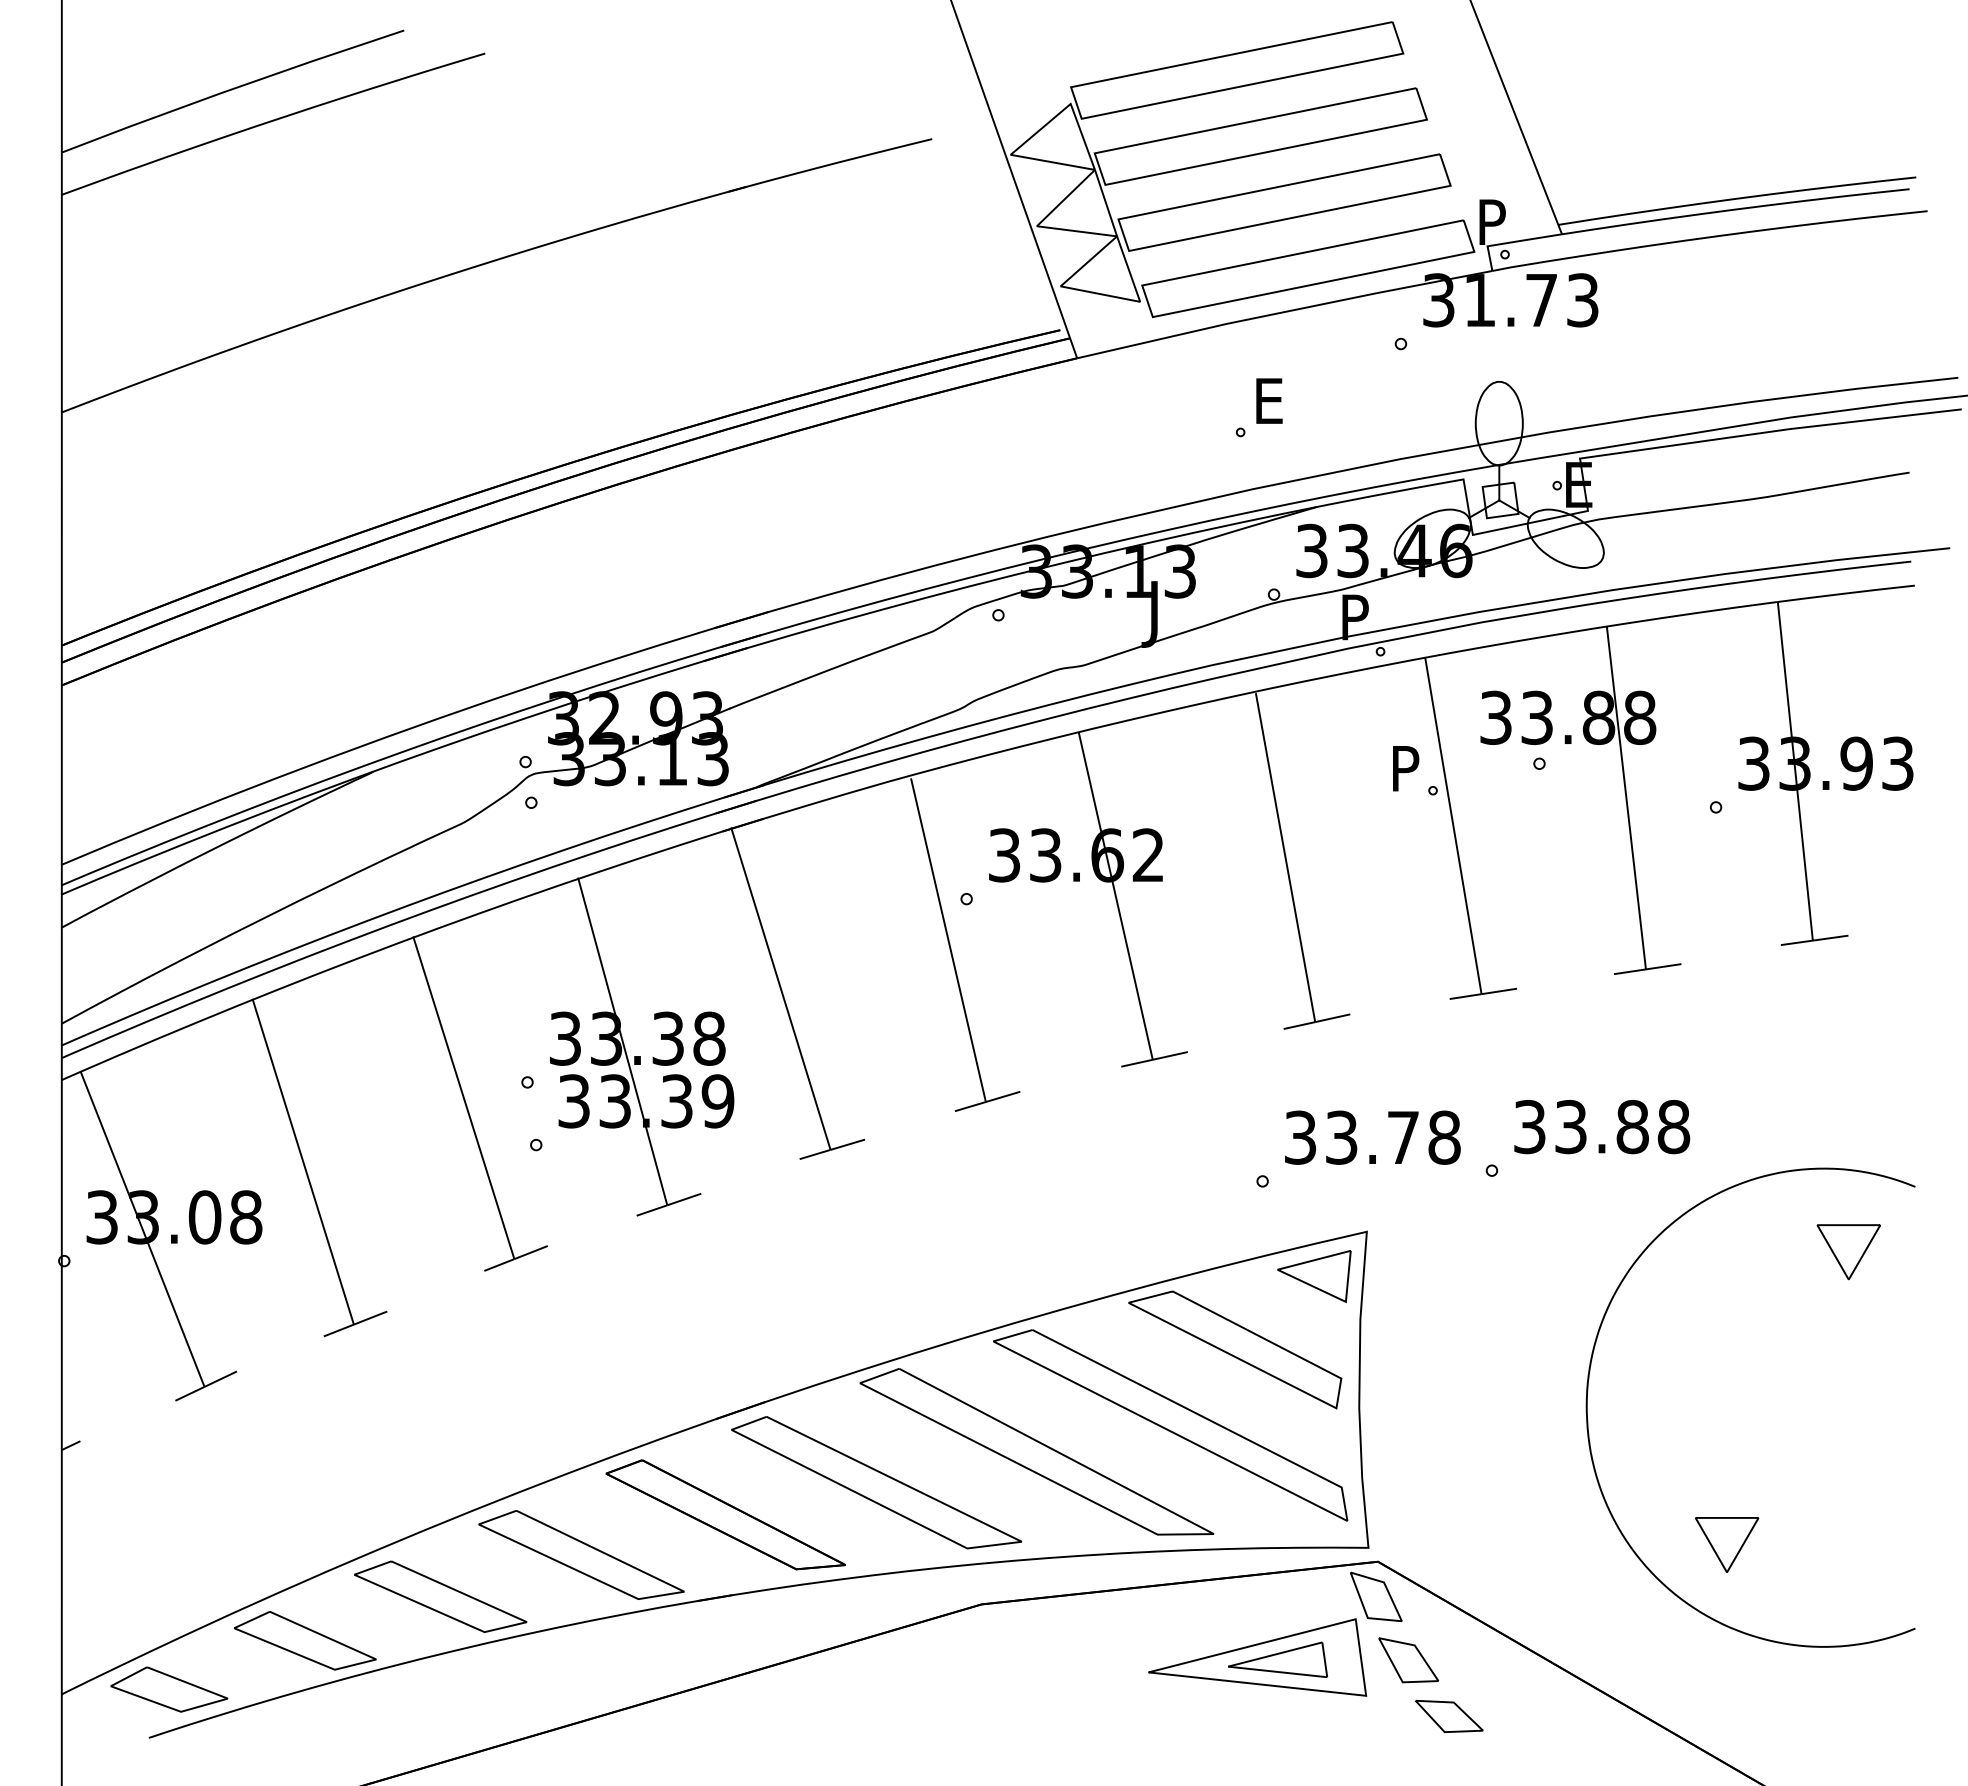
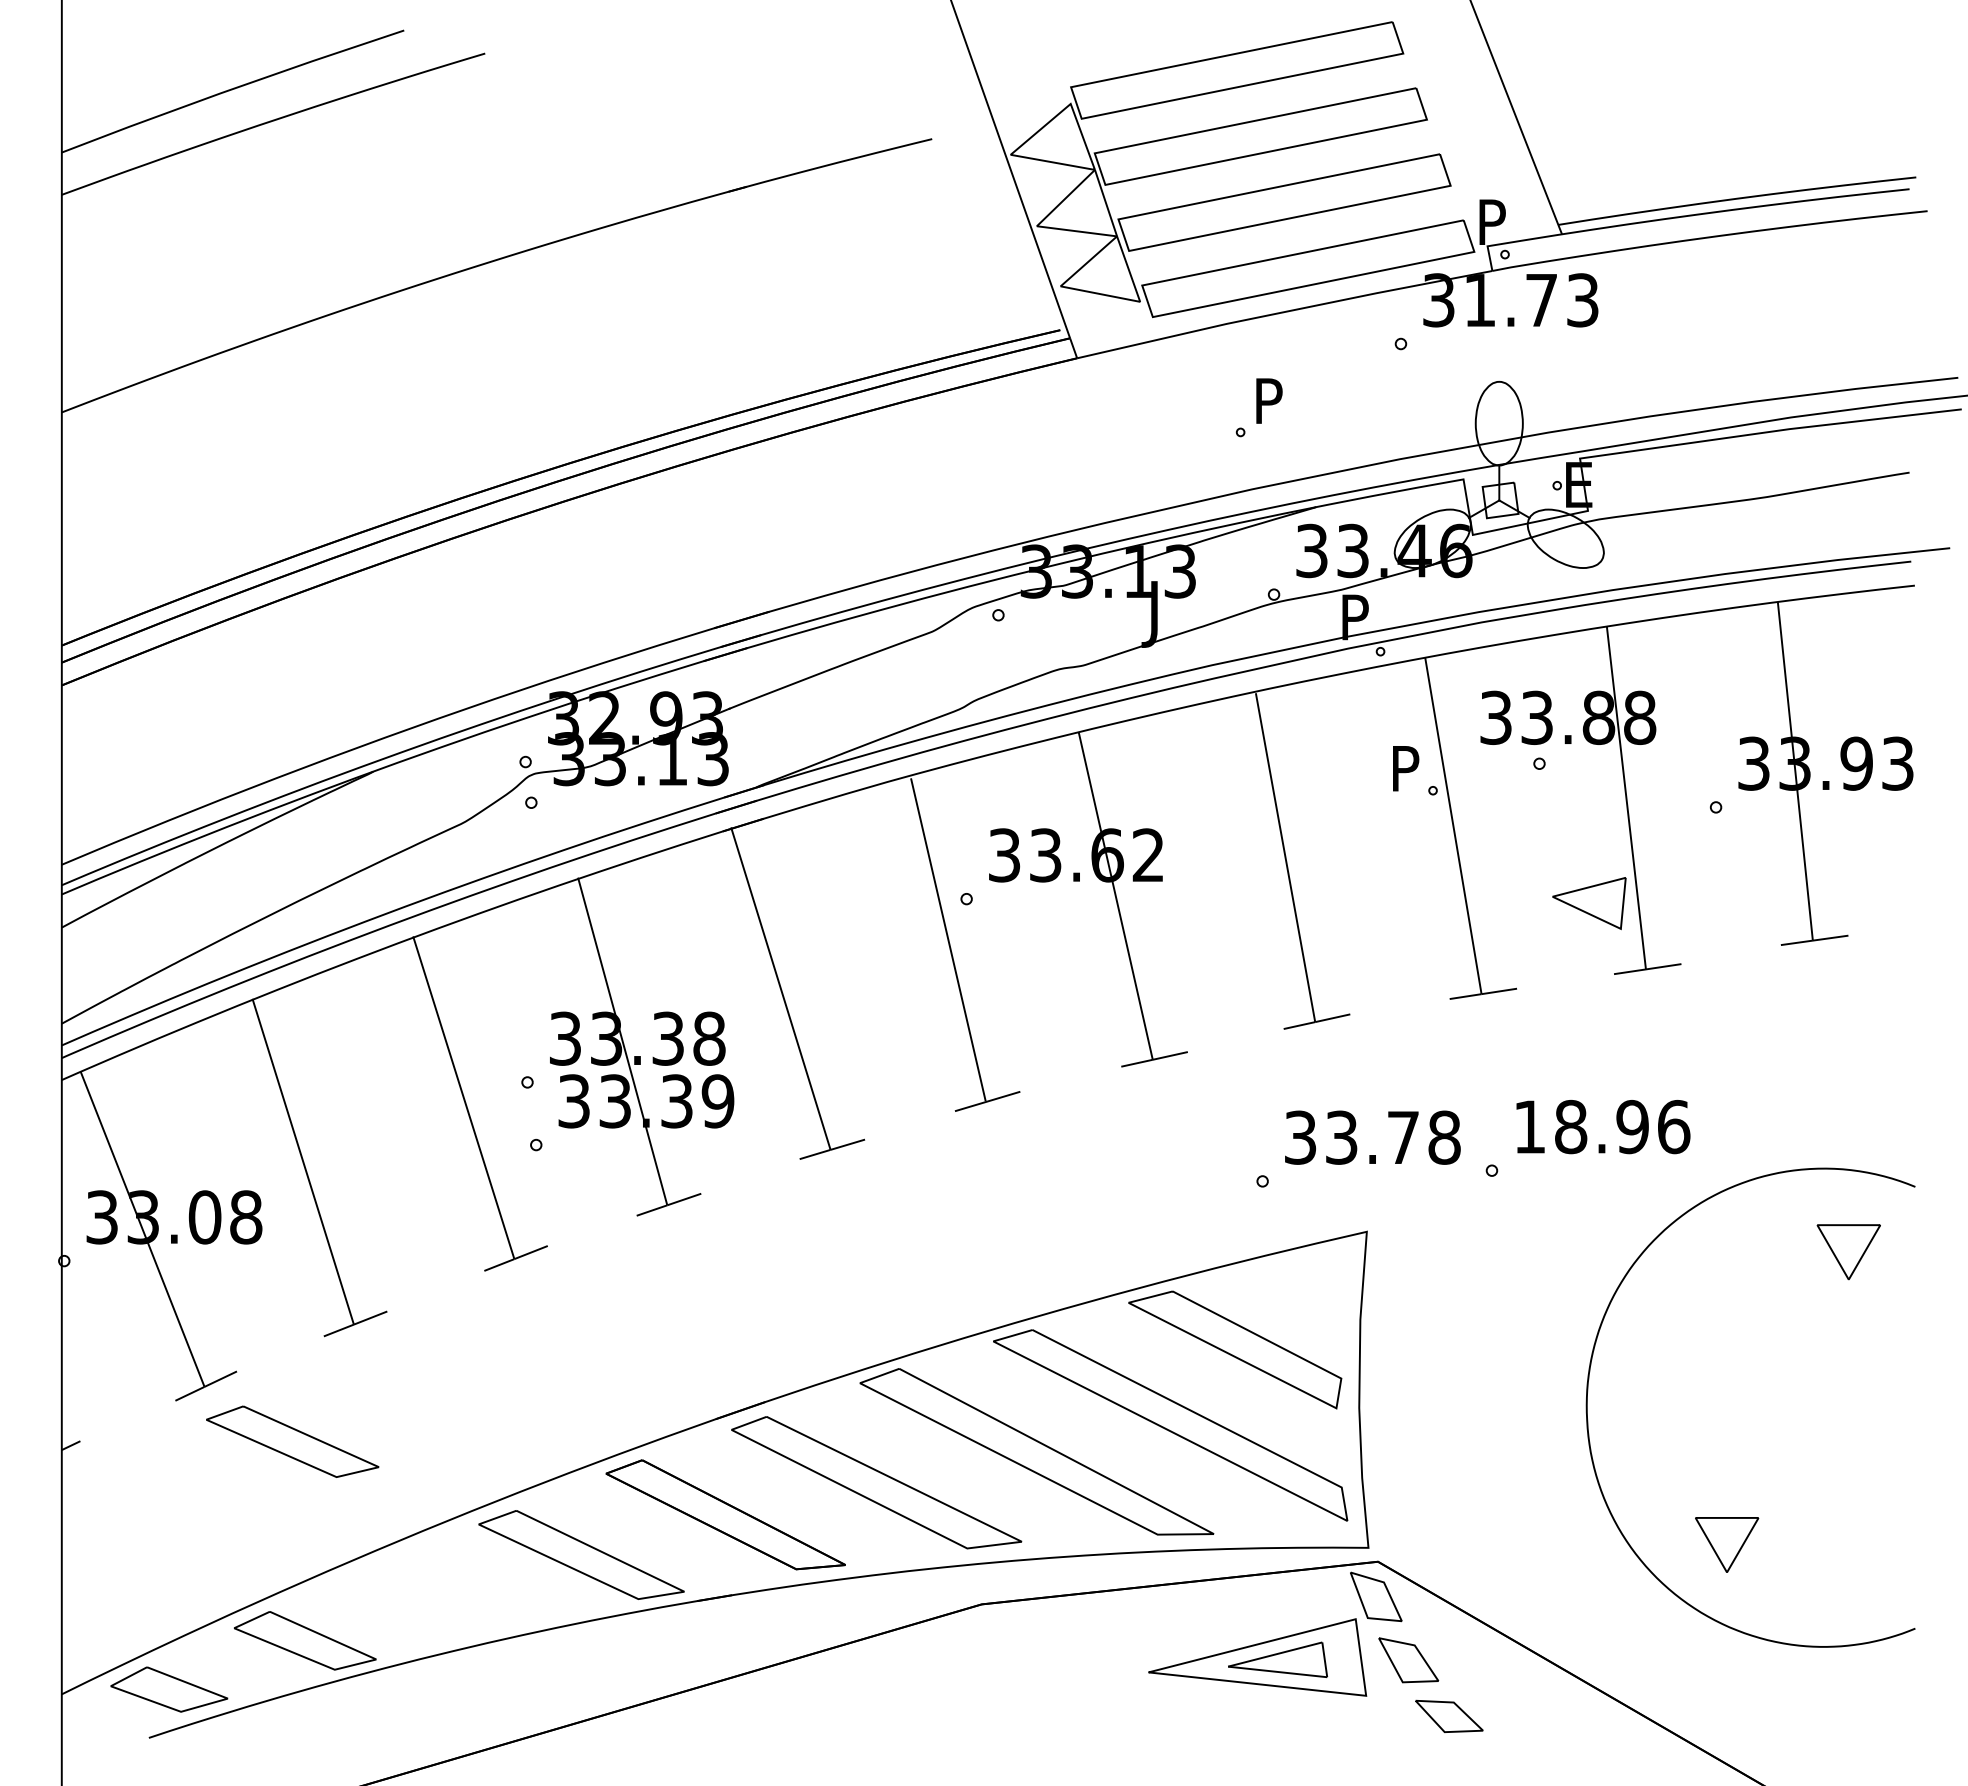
text at (1272, 400): E -> P
text at (1602, 1126): 33.88 -> 18.96
part at (1314, 1276) position: (1314, 1276) -> (1589, 903)
part at (440, 1596) position: (440, 1596) -> (292, 1441)
